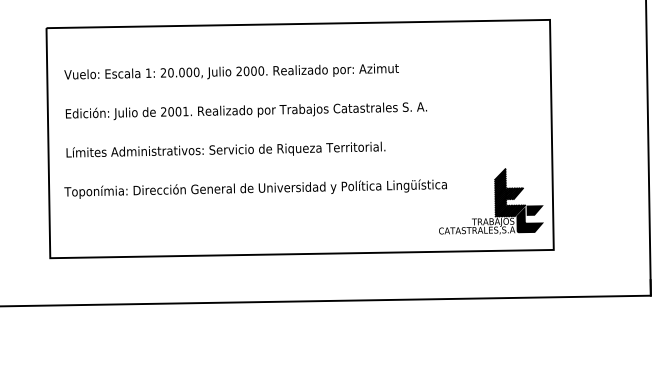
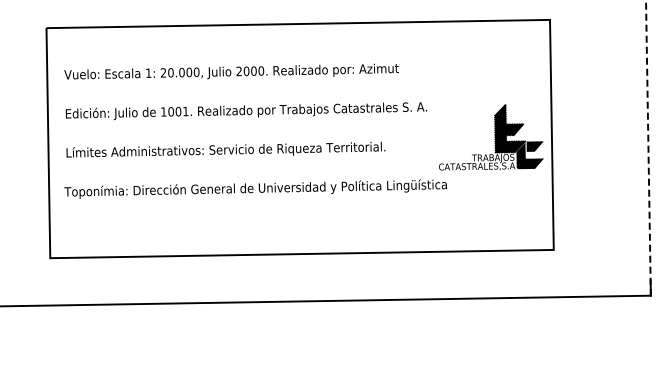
text at (163, 111): 2001. -> 1001.
line at (648, 147): solid -> dashed
part at (491, 201) position: (491, 201) -> (491, 137)
